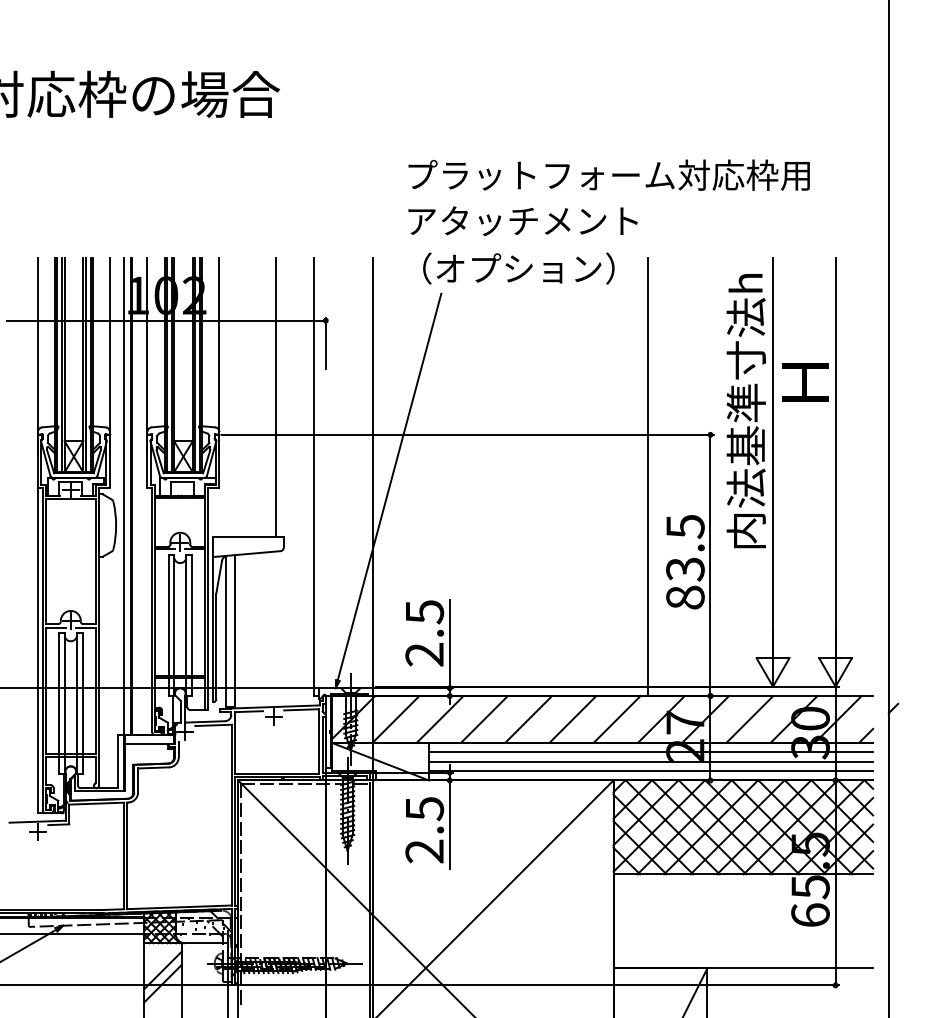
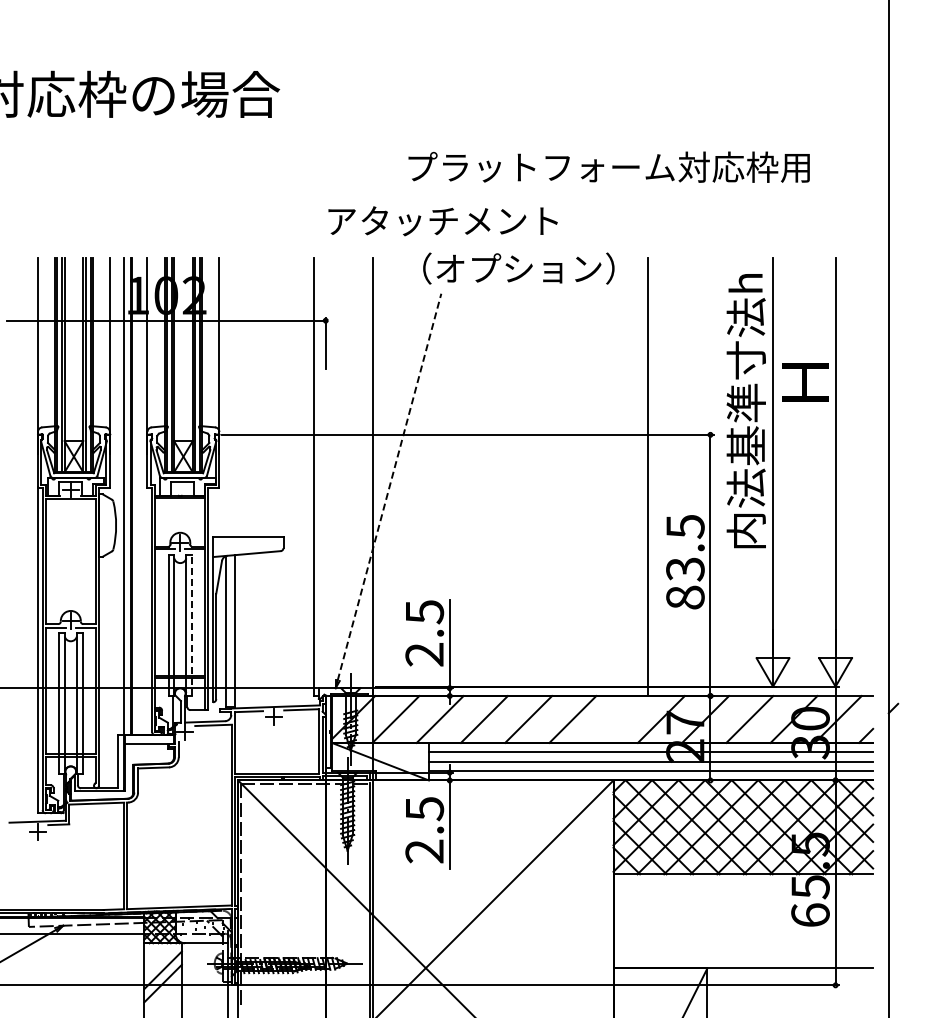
text at (608, 174) position: (608, 174) -> (608, 166)
text at (522, 221) position: (522, 221) -> (442, 221)
line at (275, 397): present -> none
line at (389, 486): solid -> dashed
line at (192, 625): solid -> dashed
line at (616, 719): present -> none
